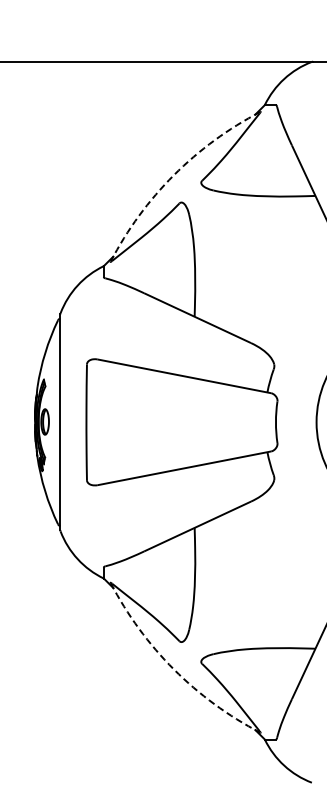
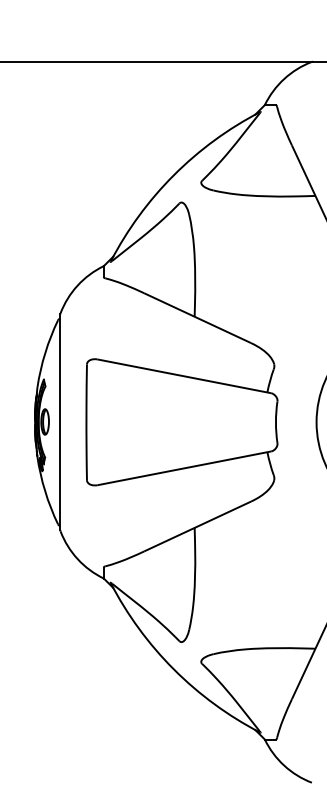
arc at (173, 175): dashed -> solid
arc at (173, 669): dashed -> solid
